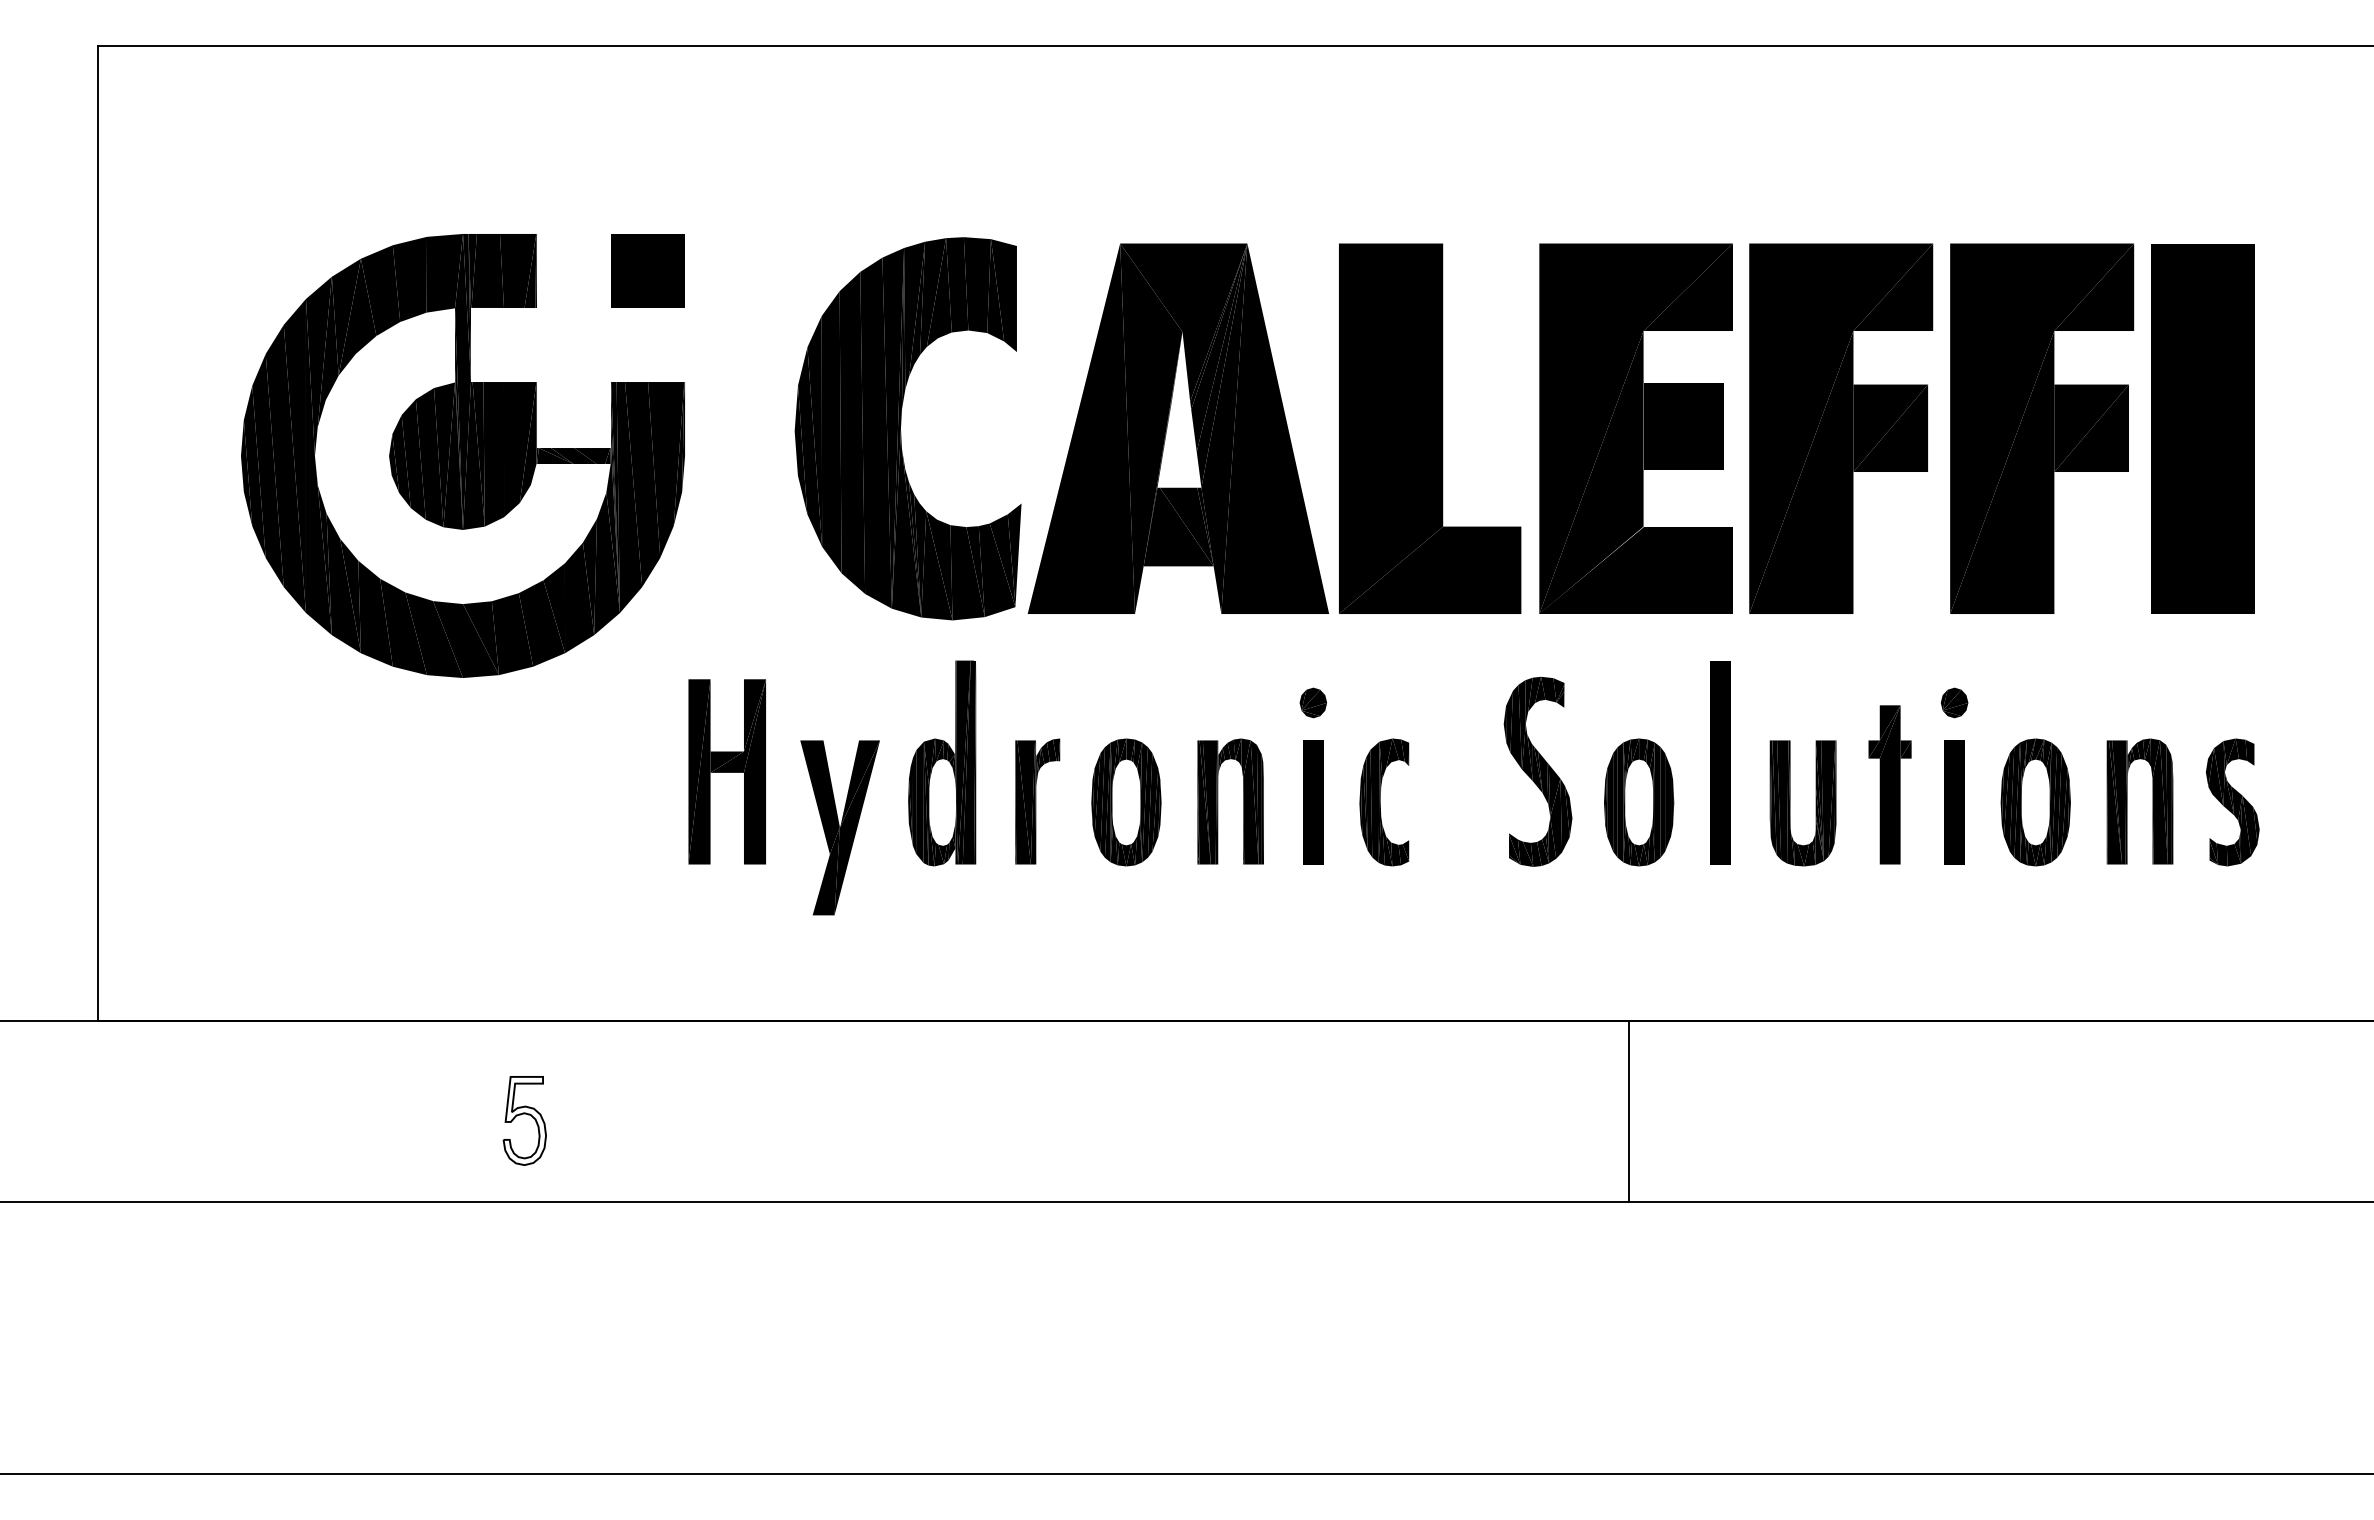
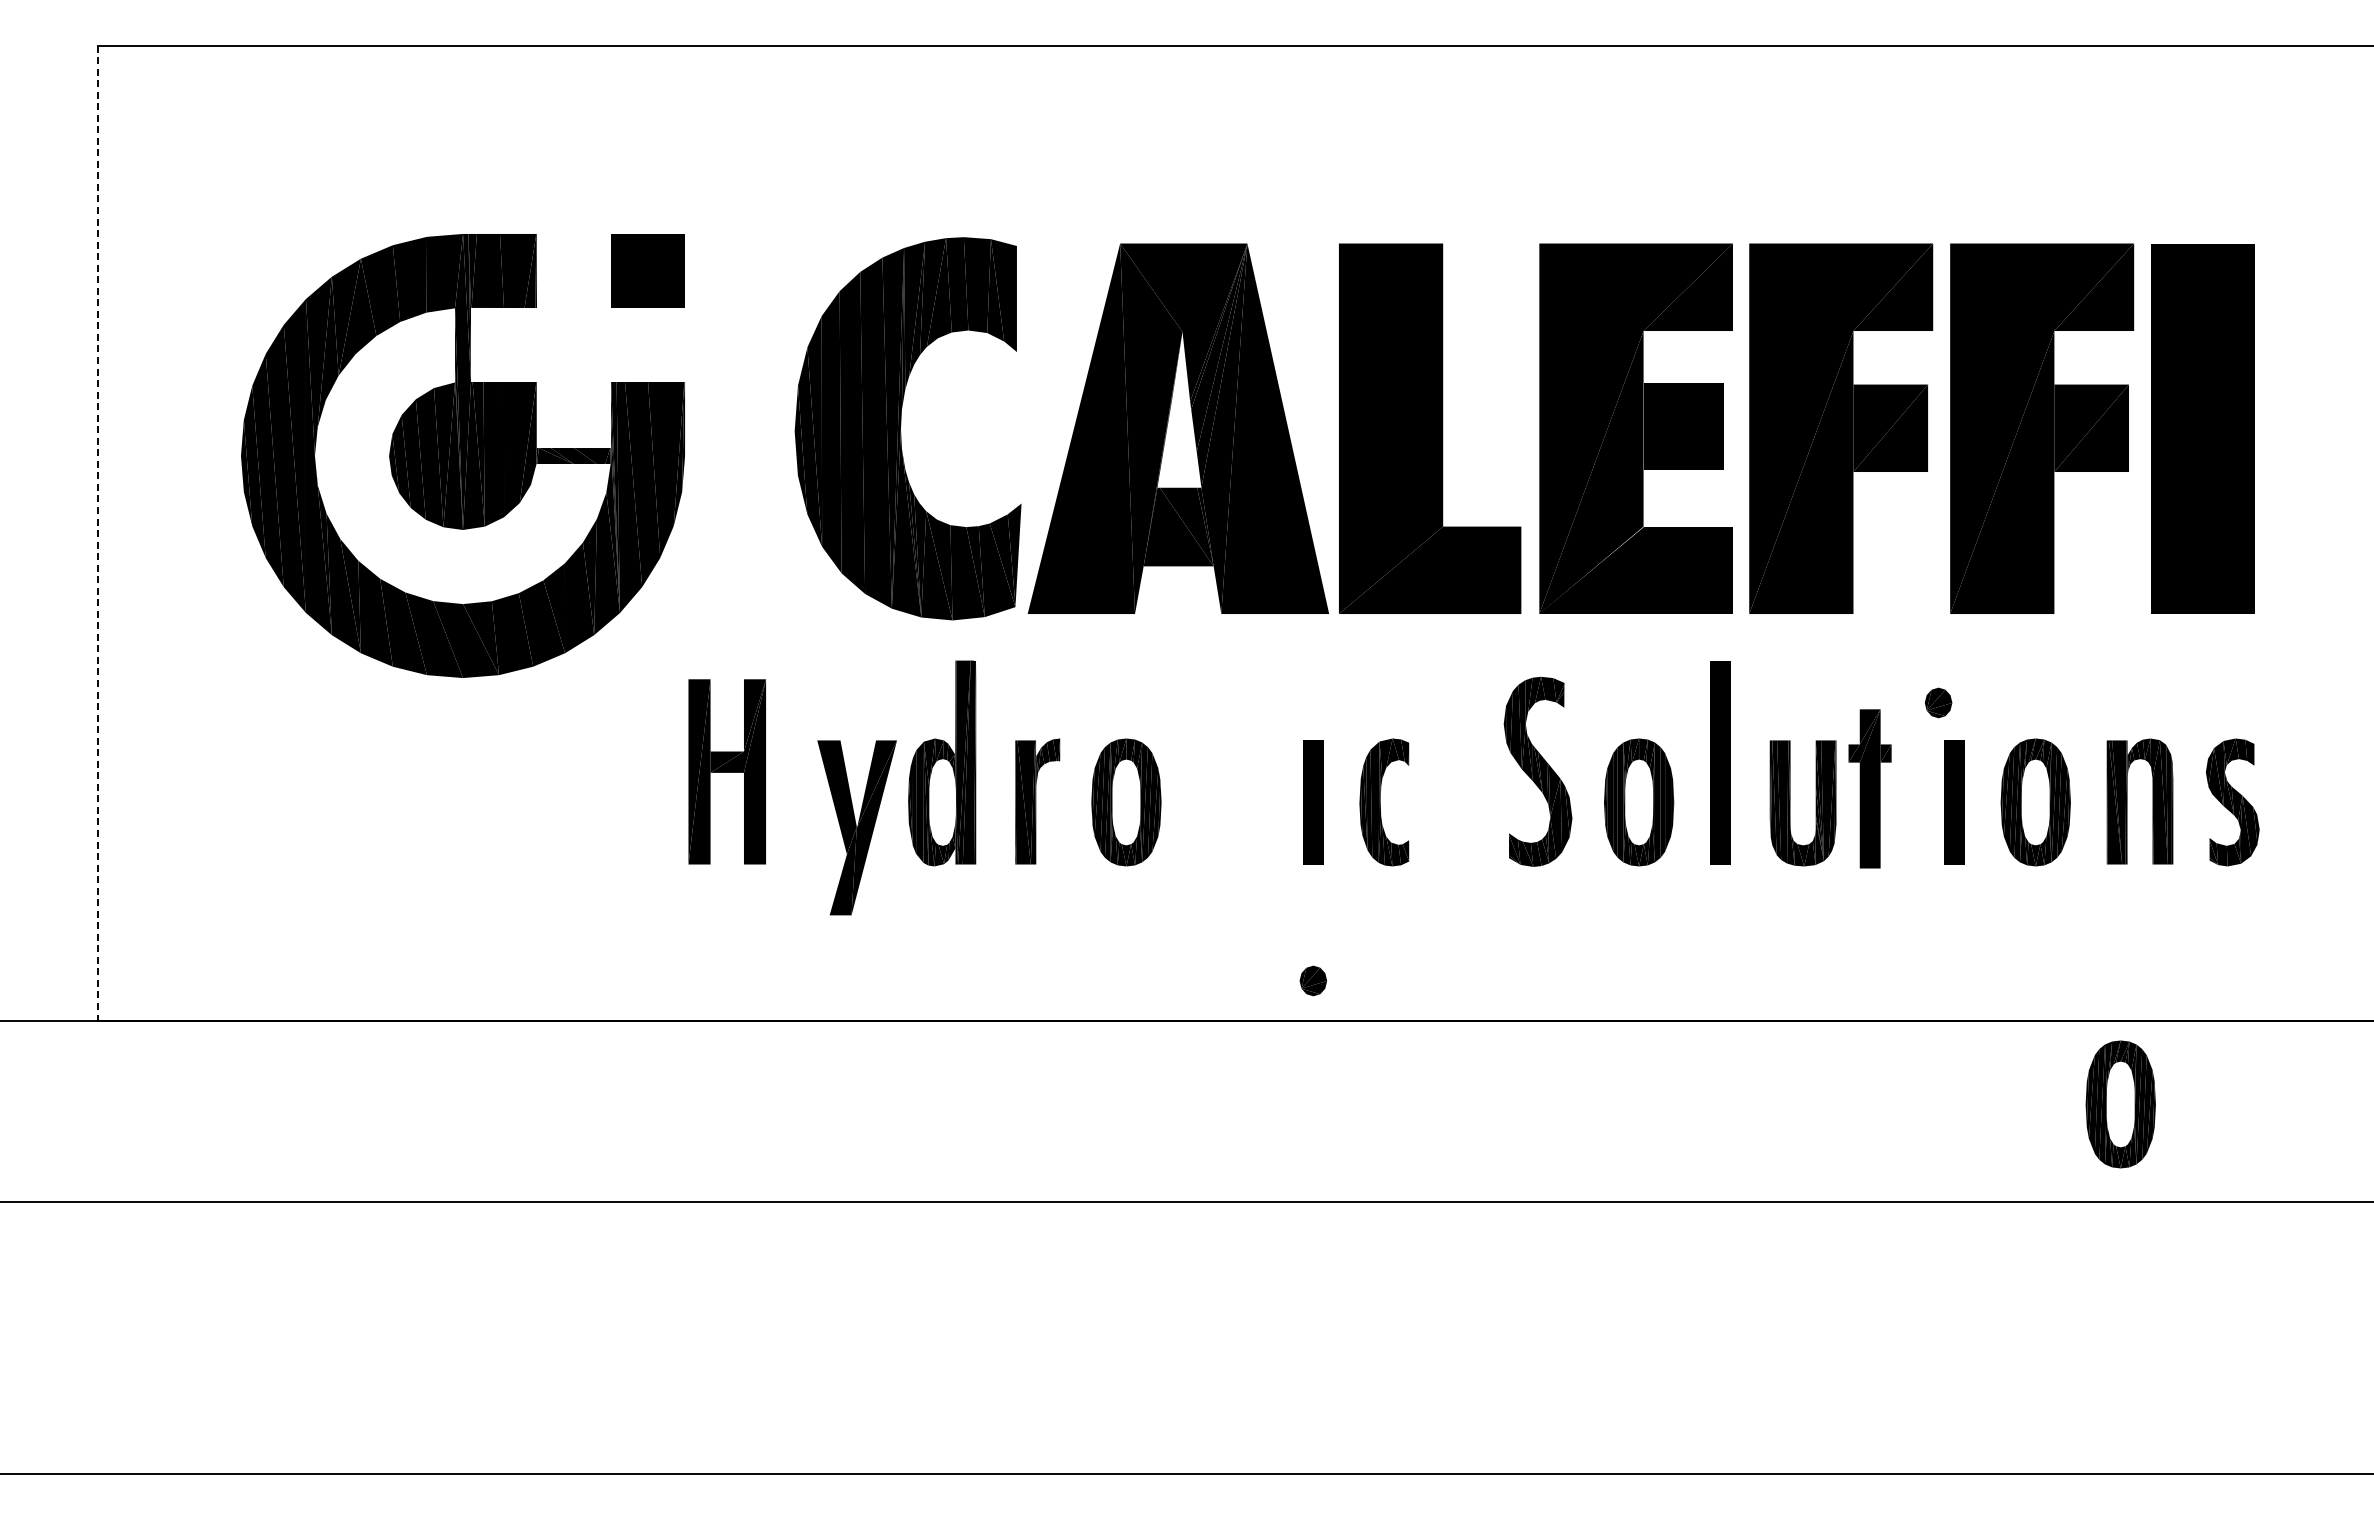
line at (98, 533): solid -> dashed
part at (1313, 702) position: (1313, 702) -> (1313, 980)
part at (1954, 702) position: (1954, 702) -> (1938, 702)
part at (1889, 784) position: (1889, 784) -> (1869, 788)
part at (1218, 801): present -> none
part at (839, 827) position: (839, 827) -> (856, 827)
part at (2120, 1104): none -> present
line at (1629, 1111): present -> none
part at (524, 1120): present -> none
